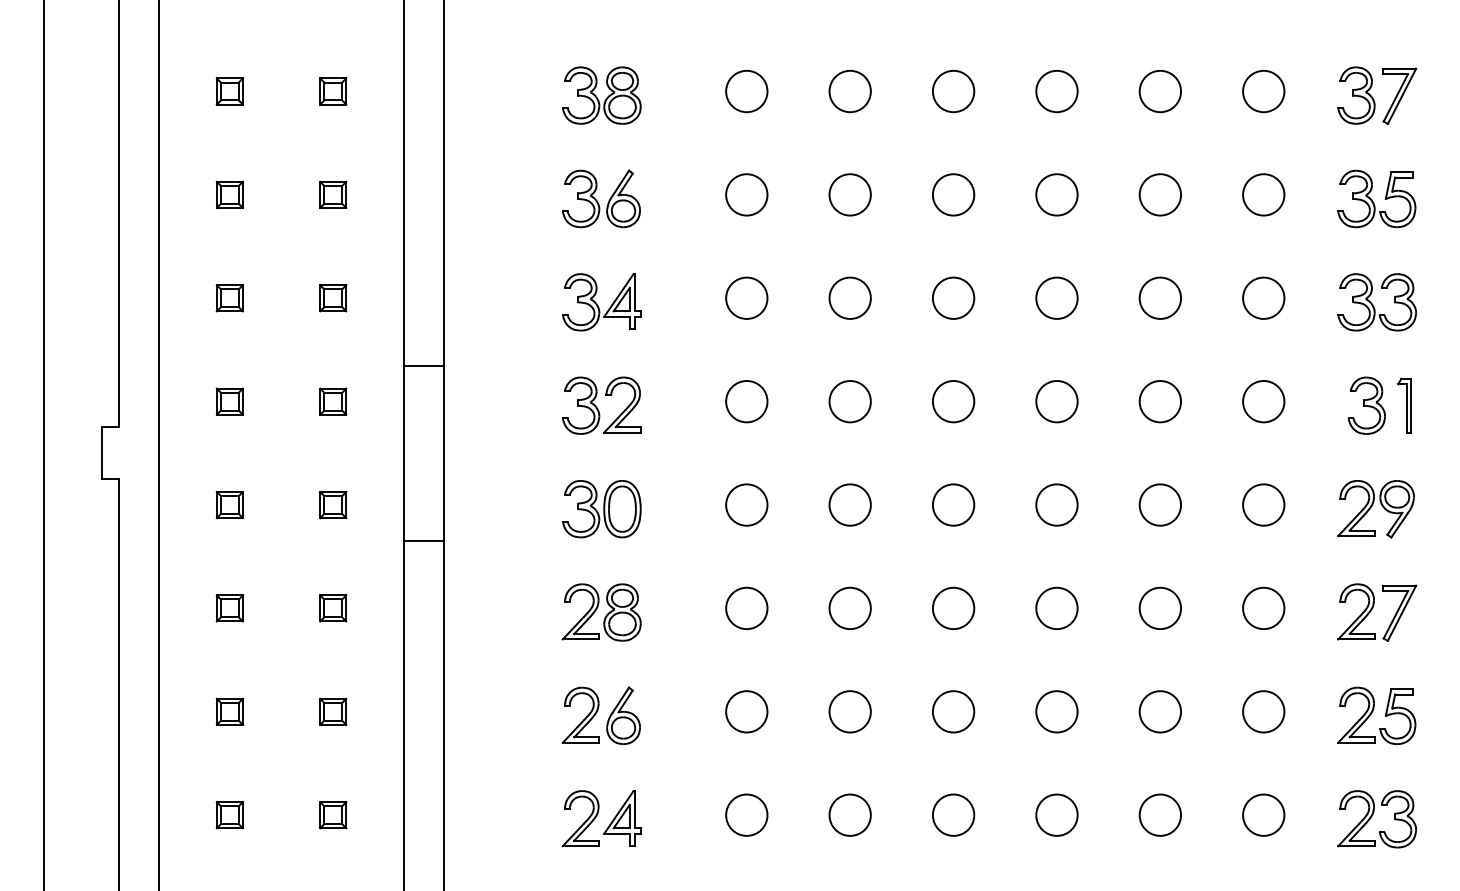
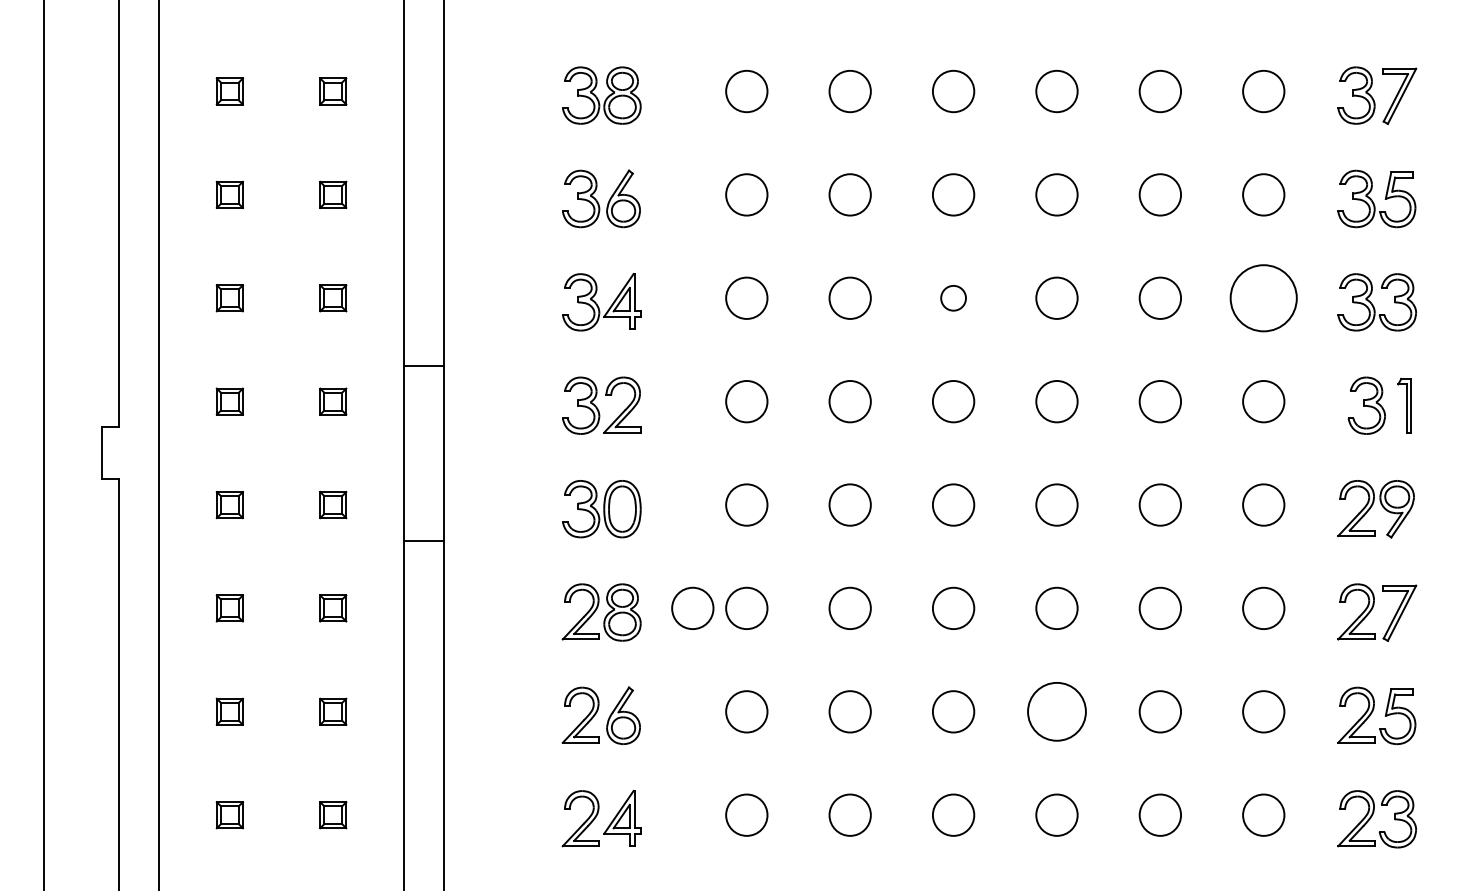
circle at (953, 297) diameter: 41 px -> 25 px
circle at (1263, 297) diameter: 41 px -> 66 px
circle at (692, 607): none -> present
circle at (1056, 711) diameter: 41 px -> 58 px
